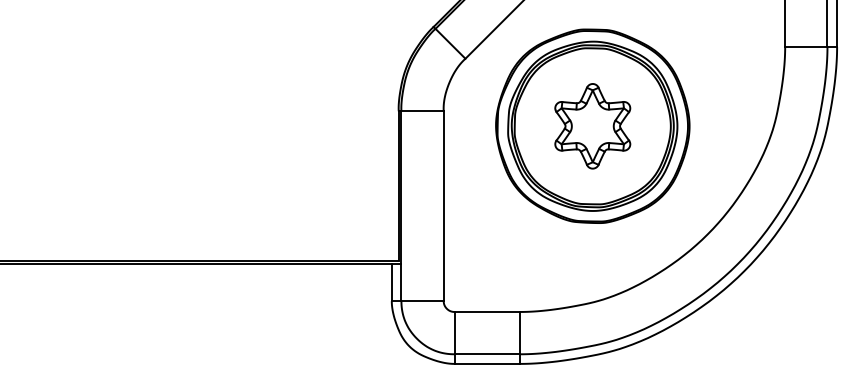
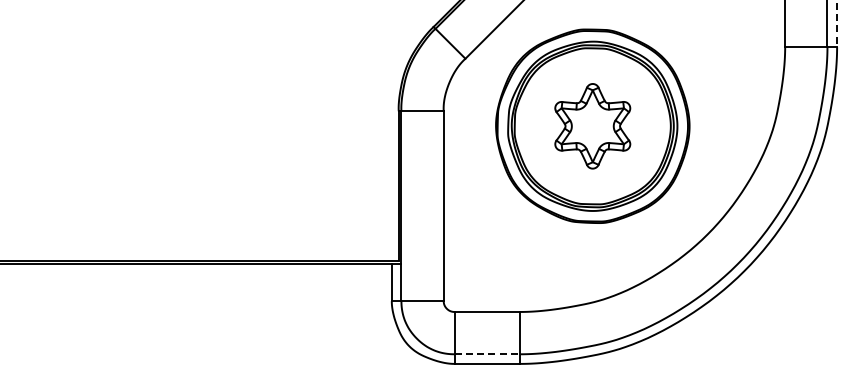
line at (837, 24): solid -> dashed
line at (487, 354): solid -> dashed
